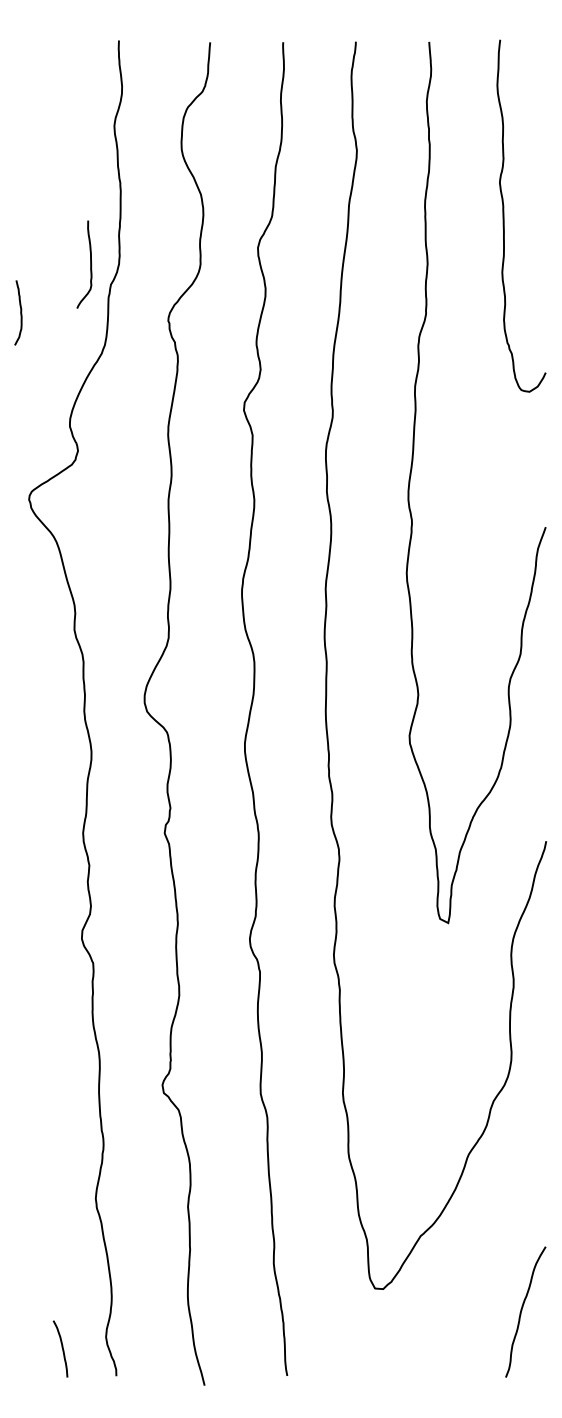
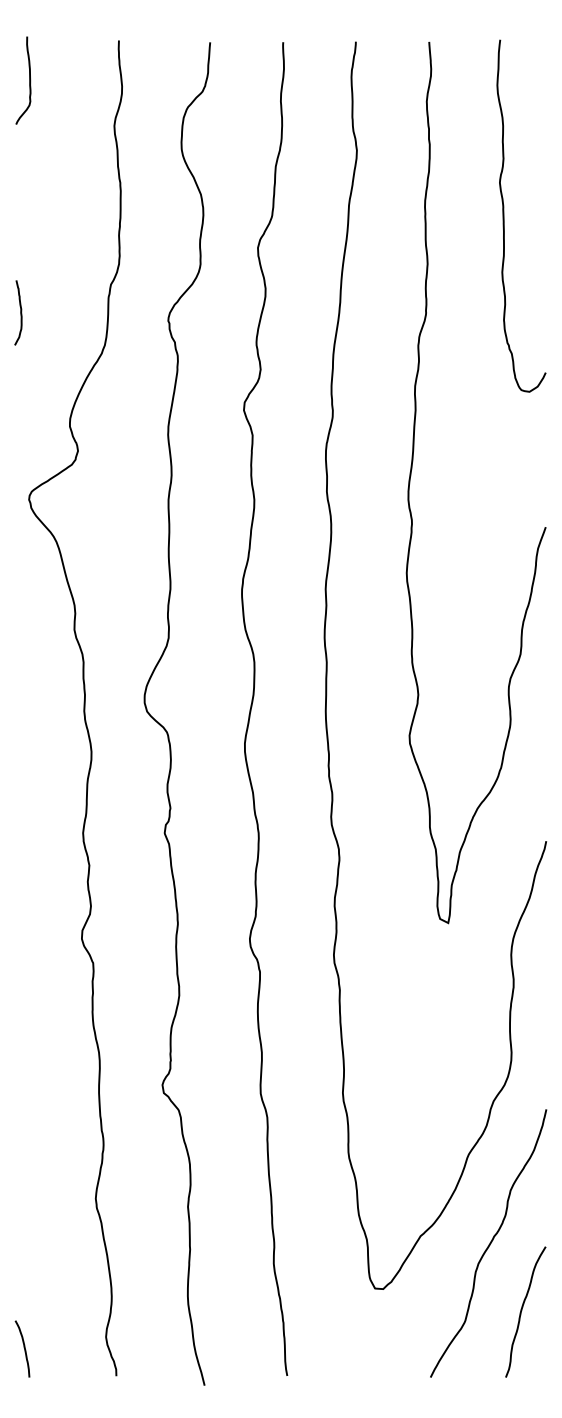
curve at (90, 264) position: (90, 264) -> (29, 80)
curve at (489, 1243): none -> present
curve at (61, 1347) position: (61, 1347) -> (23, 1347)
